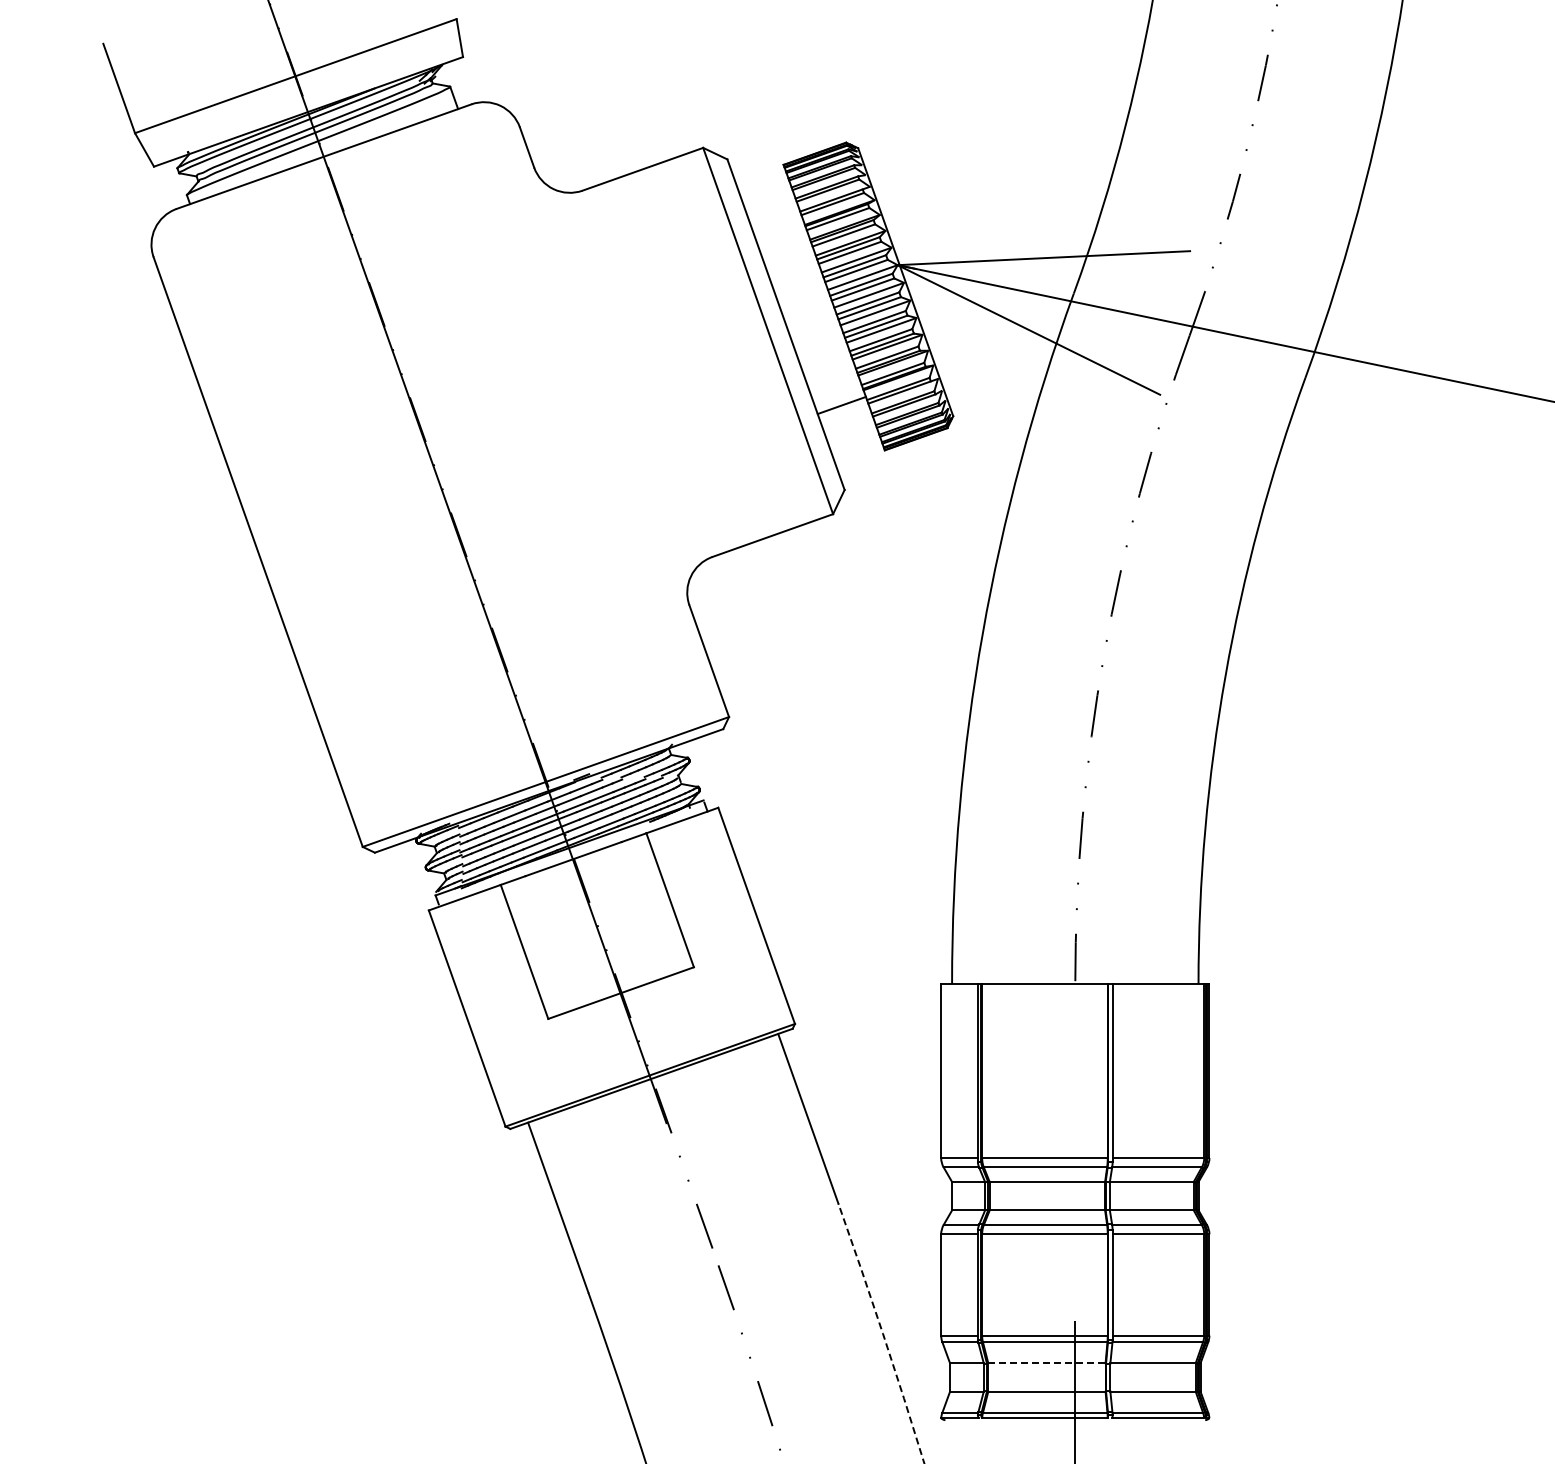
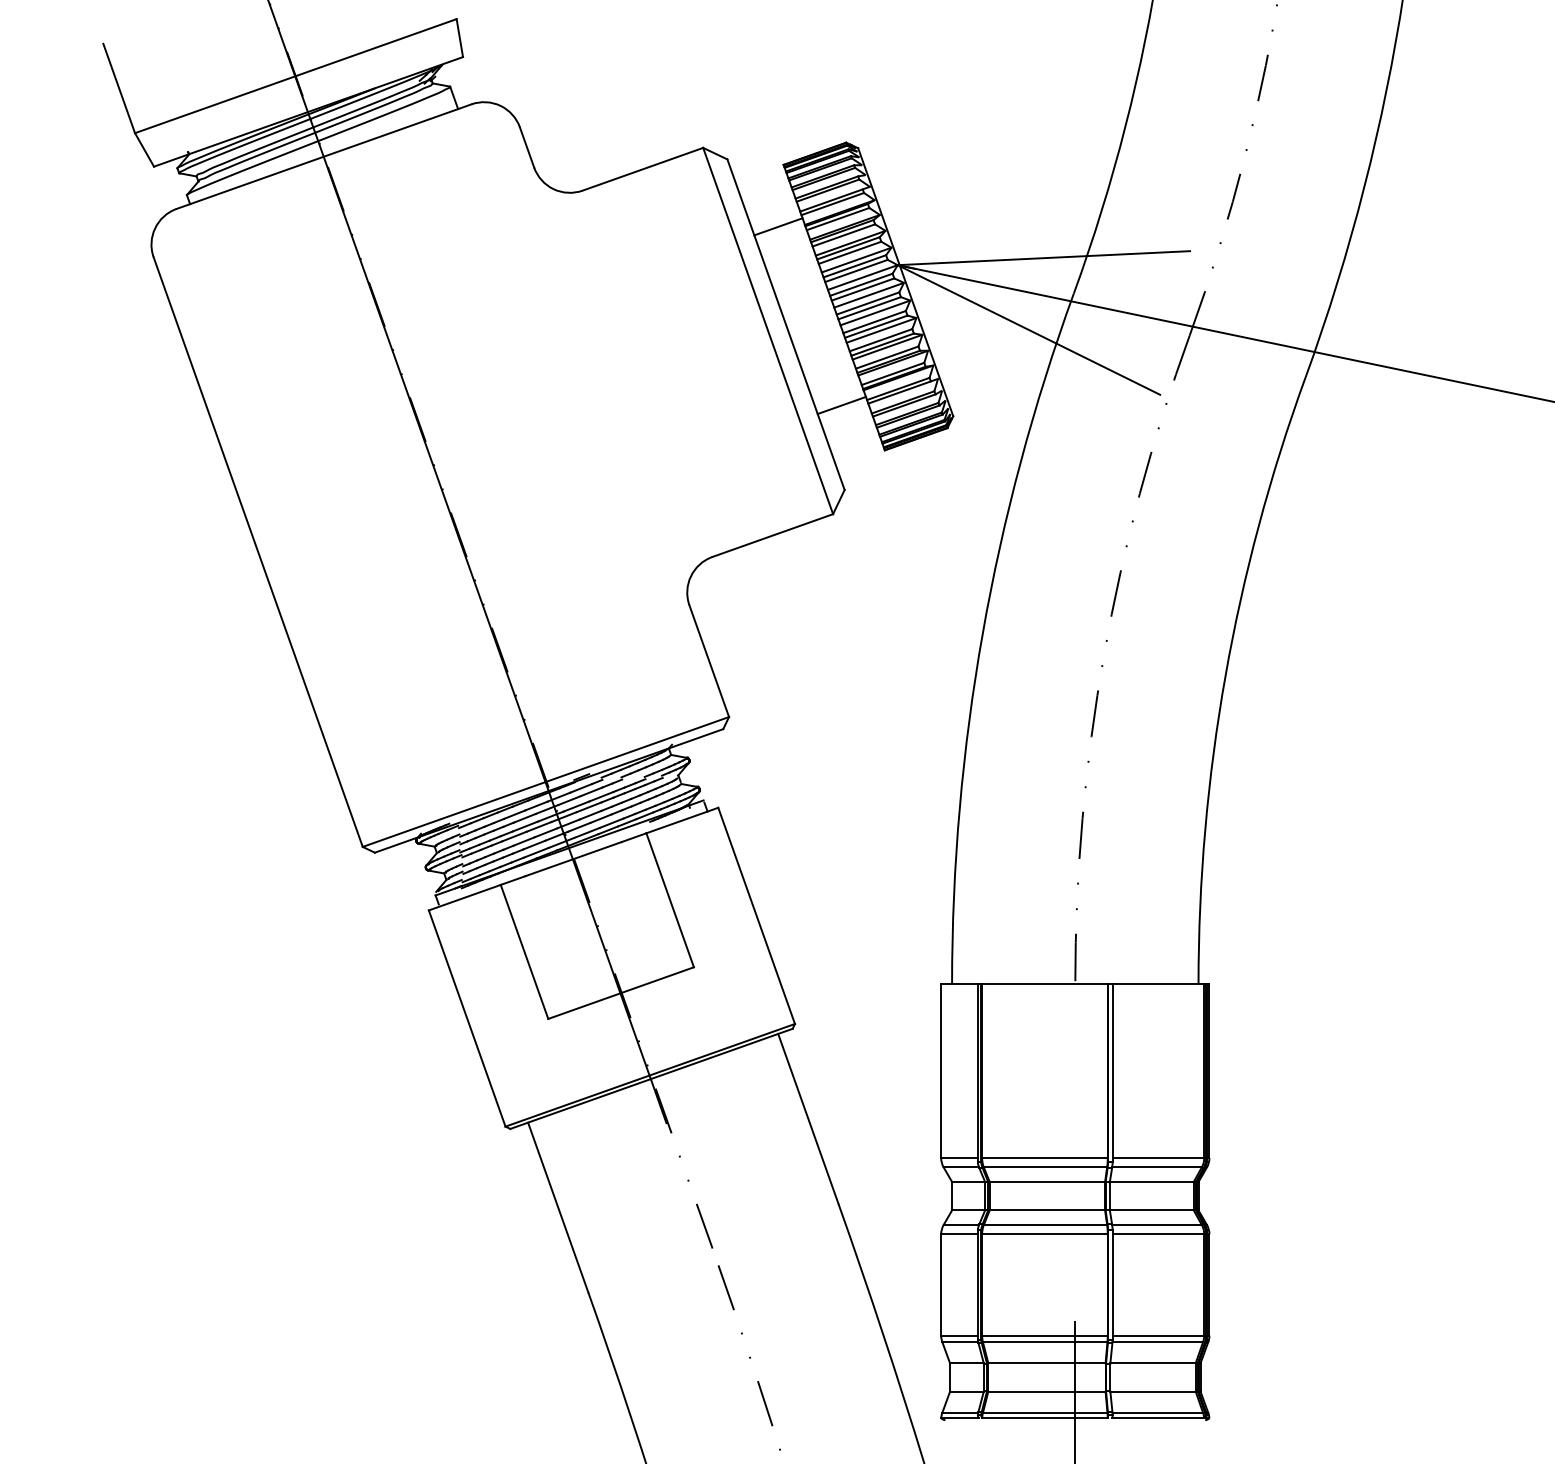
line at (778, 226): none -> present
arc at (882, 1333): dashed -> solid
line at (1046, 1363): dashed -> solid
